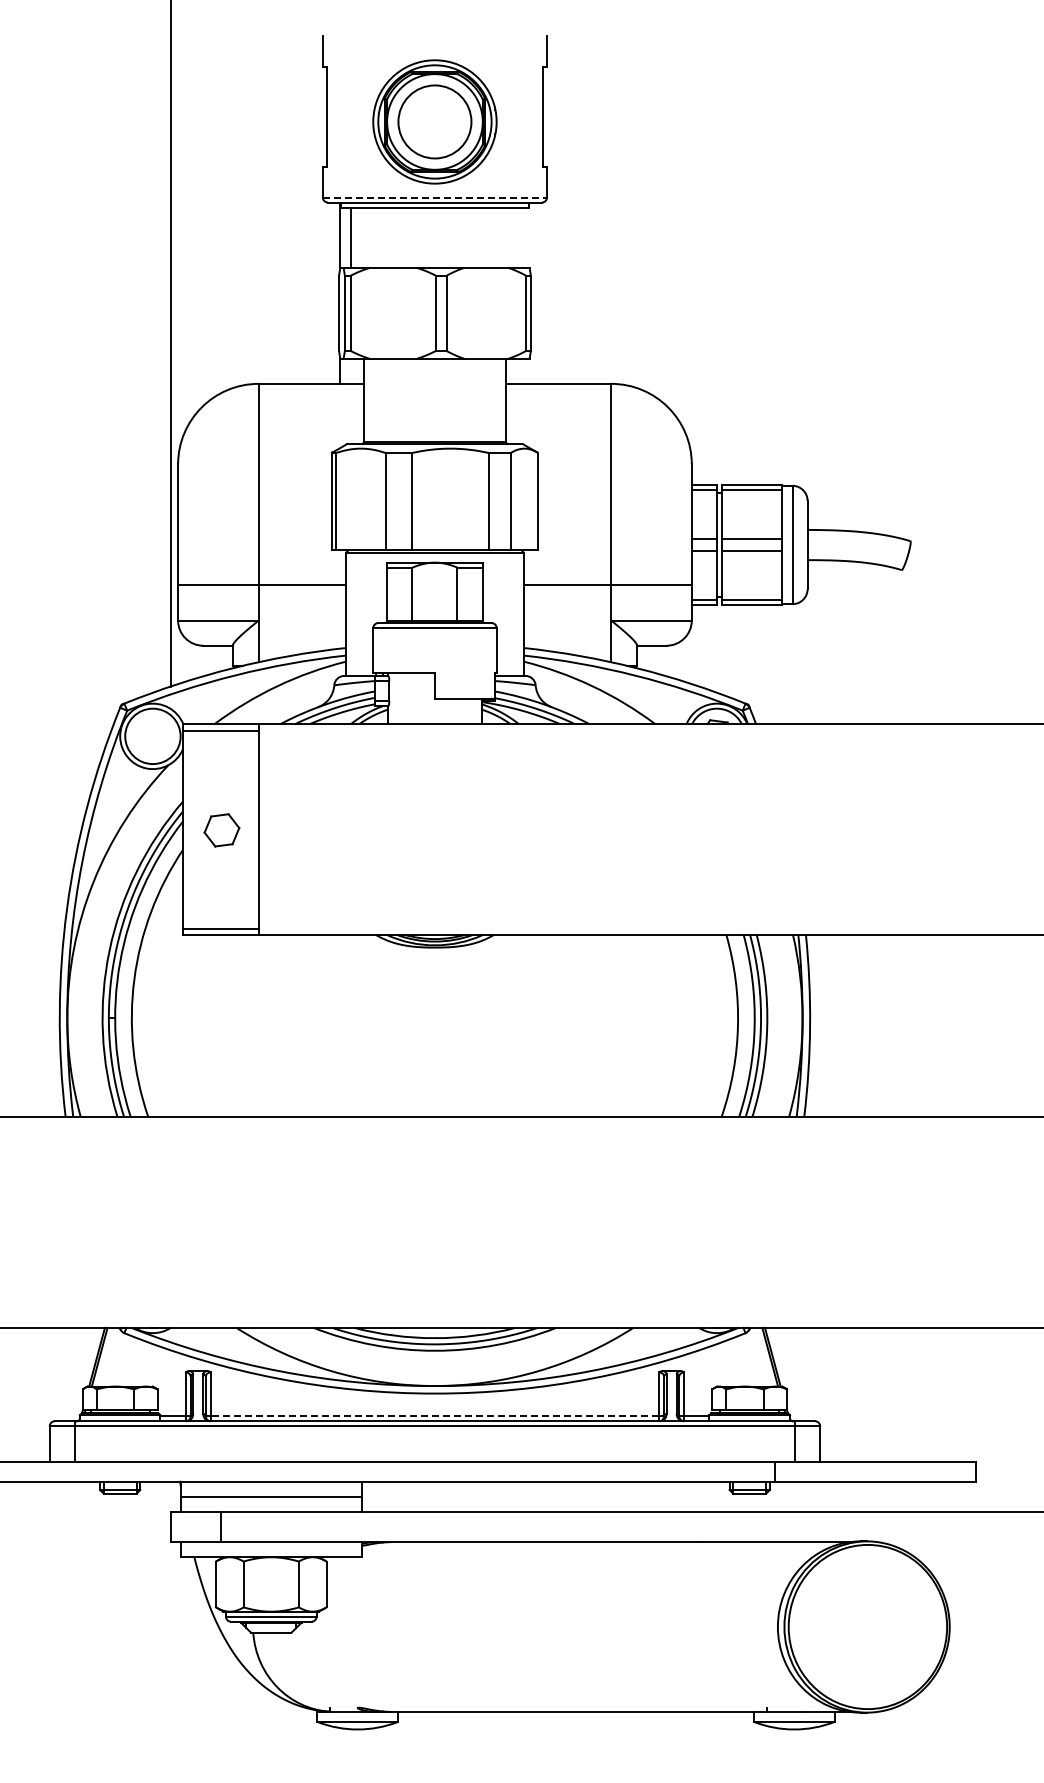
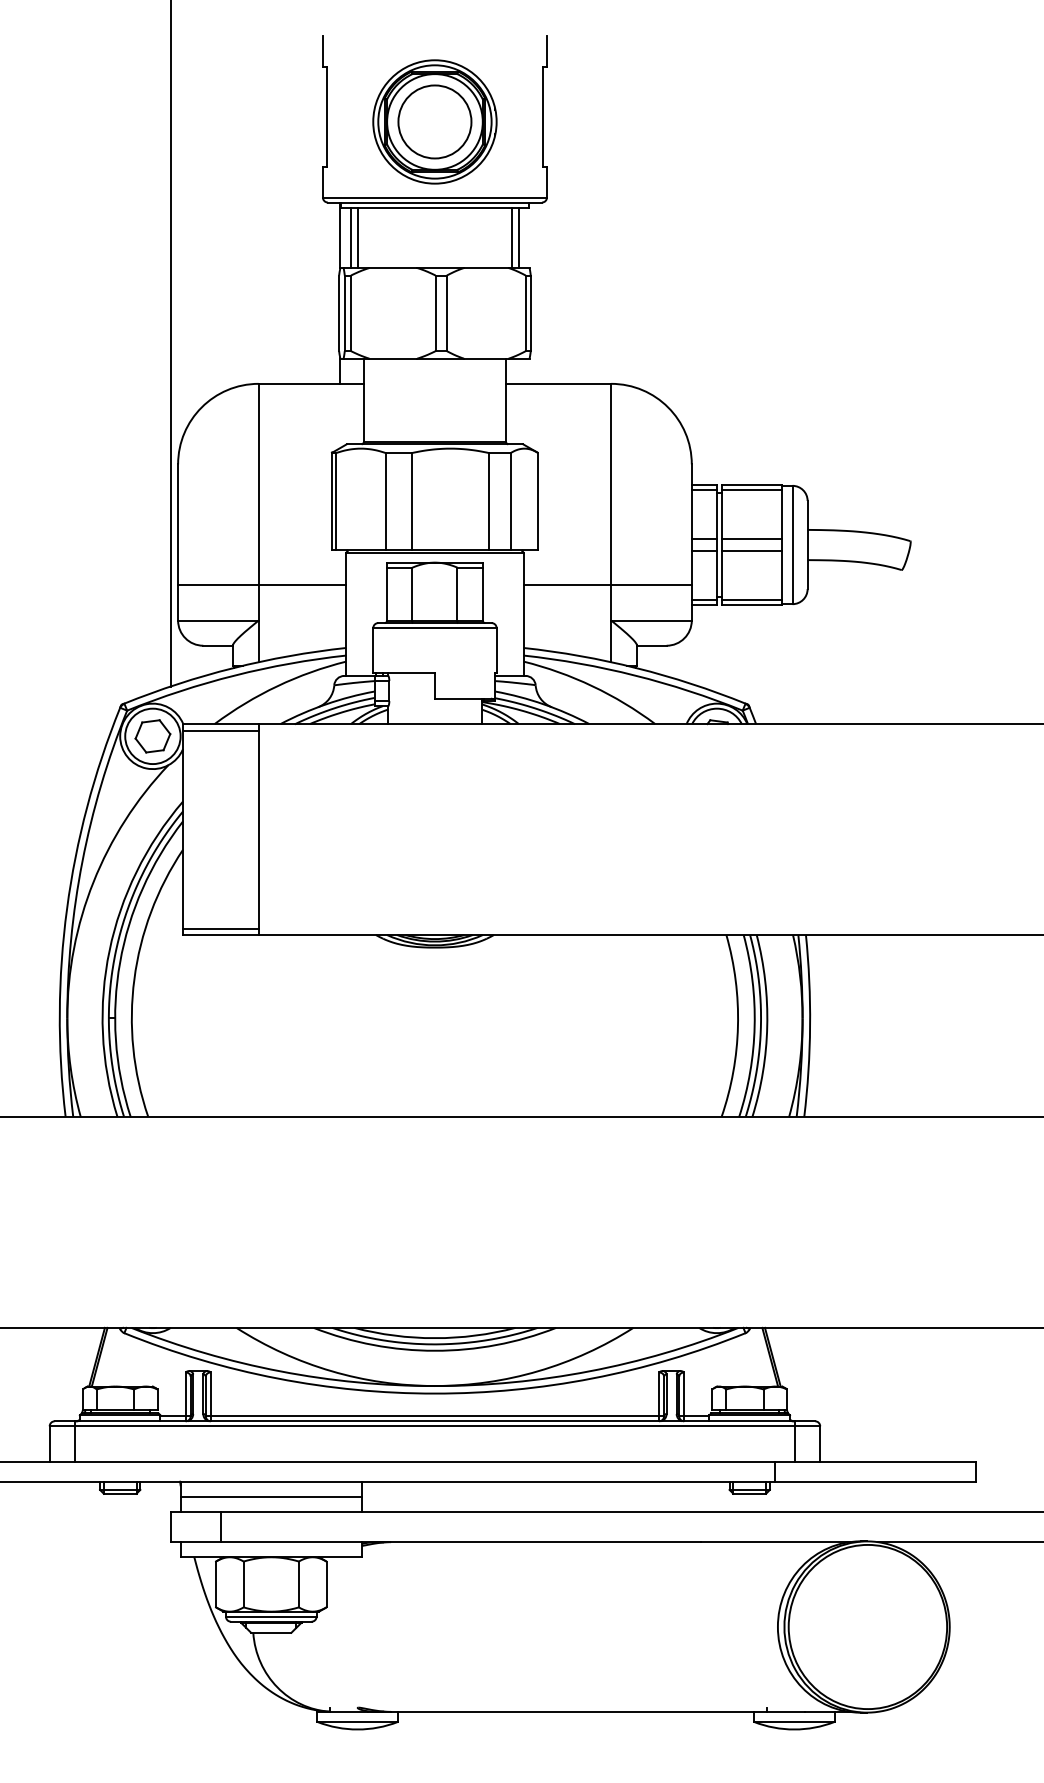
line at (435, 197): dashed -> solid
line at (357, 237): none -> present
line at (512, 237): none -> present
line at (518, 237): none -> present
part at (221, 830) position: (221, 830) -> (152, 736)
line at (434, 1416): dashed -> solid
line at (958, 1542): none -> present
